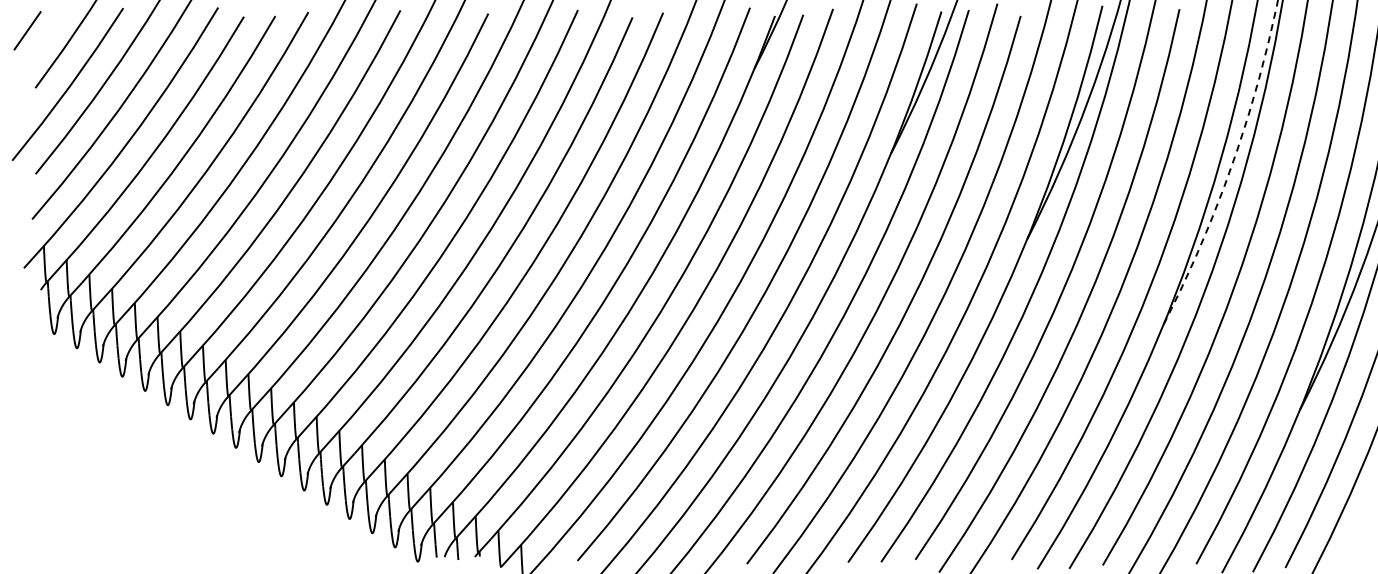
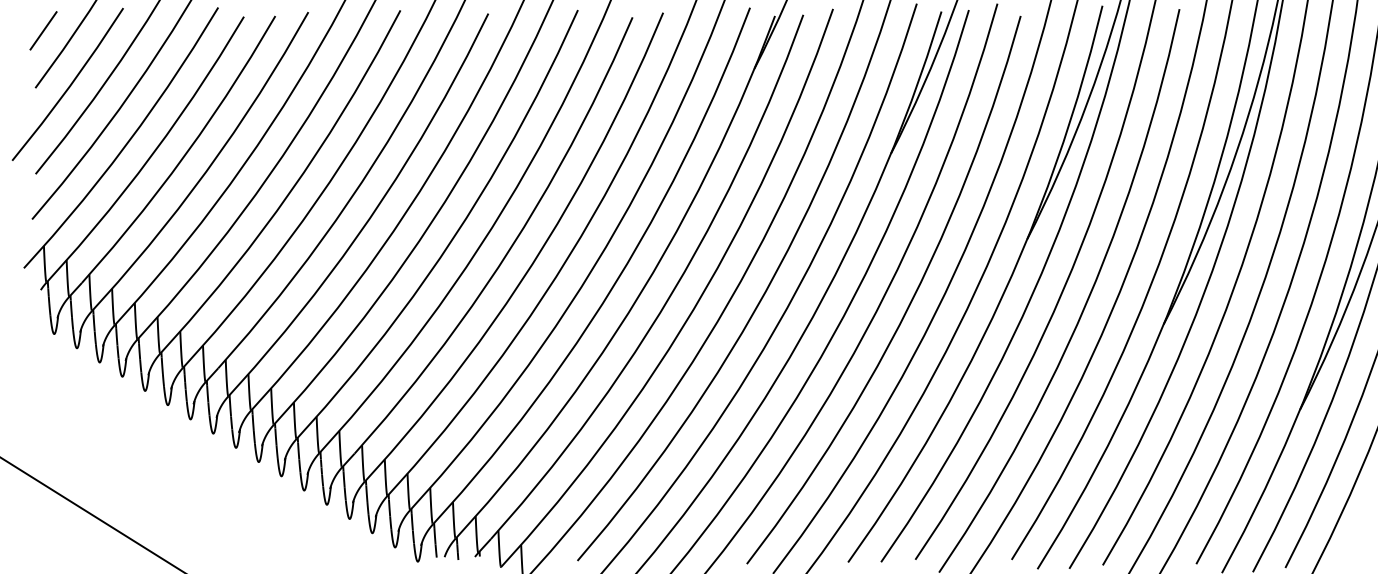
line at (27, 30) position: (27, 30) -> (43, 30)
arc at (1231, 165): dashed -> solid
line at (91, 514): none -> present
